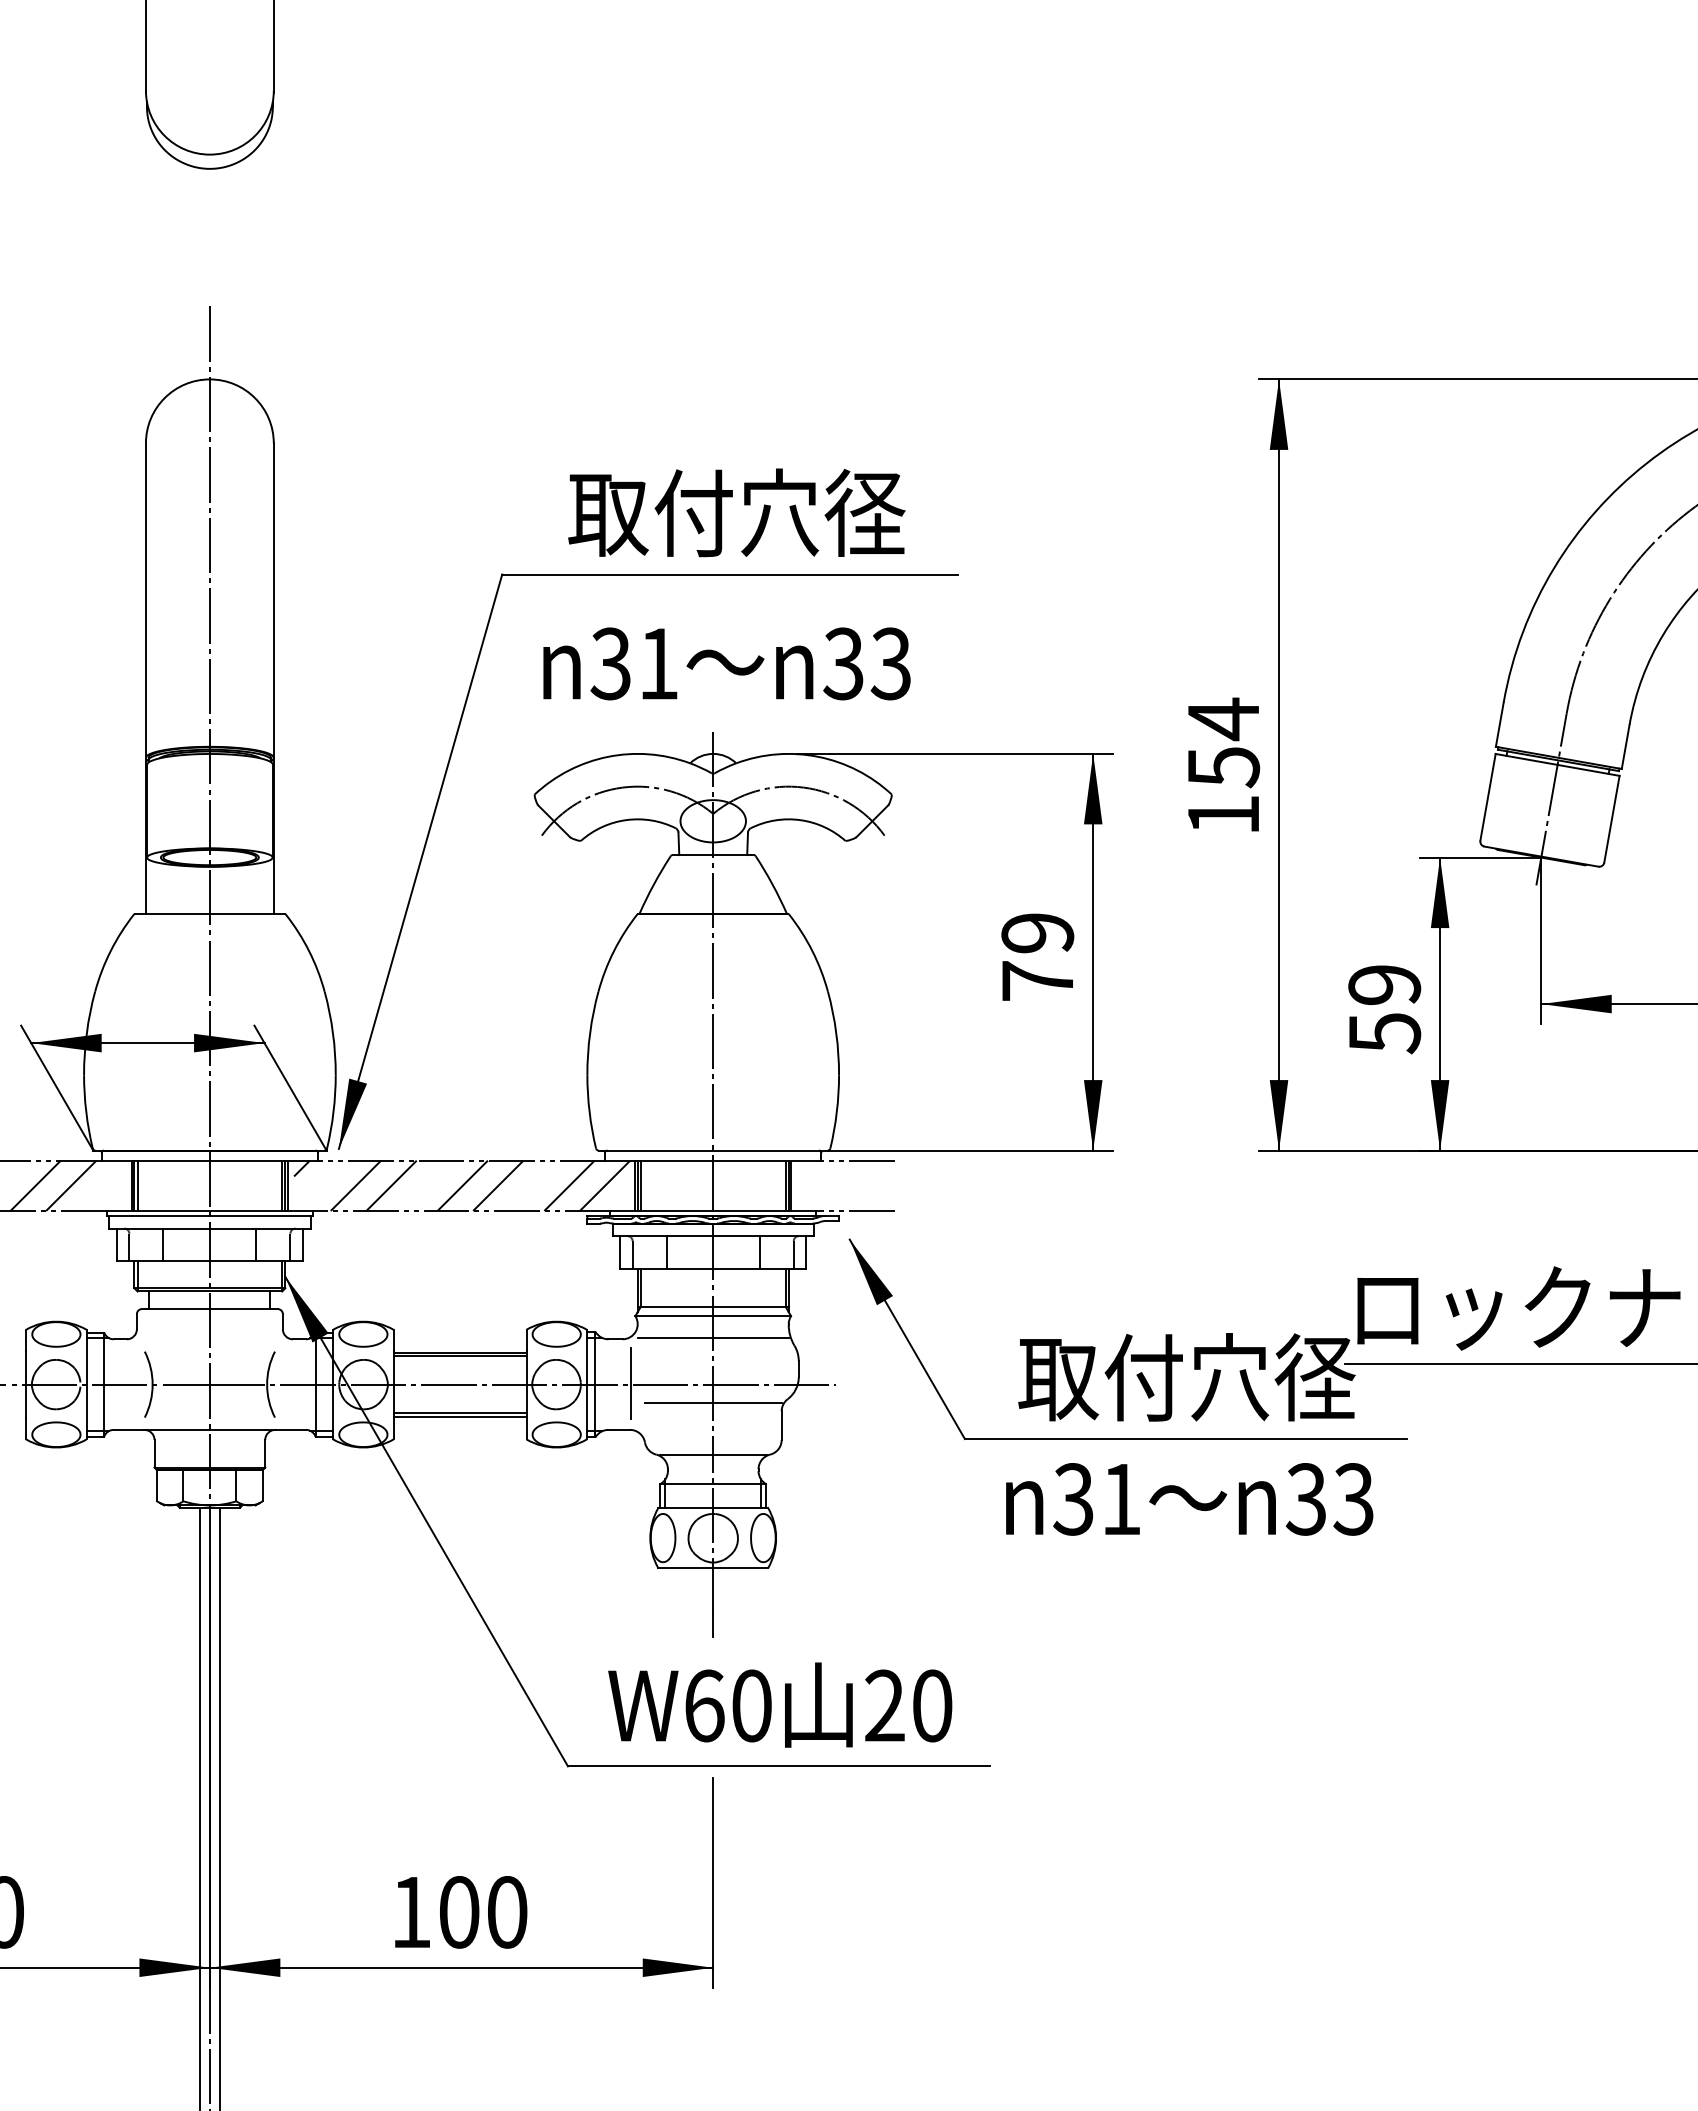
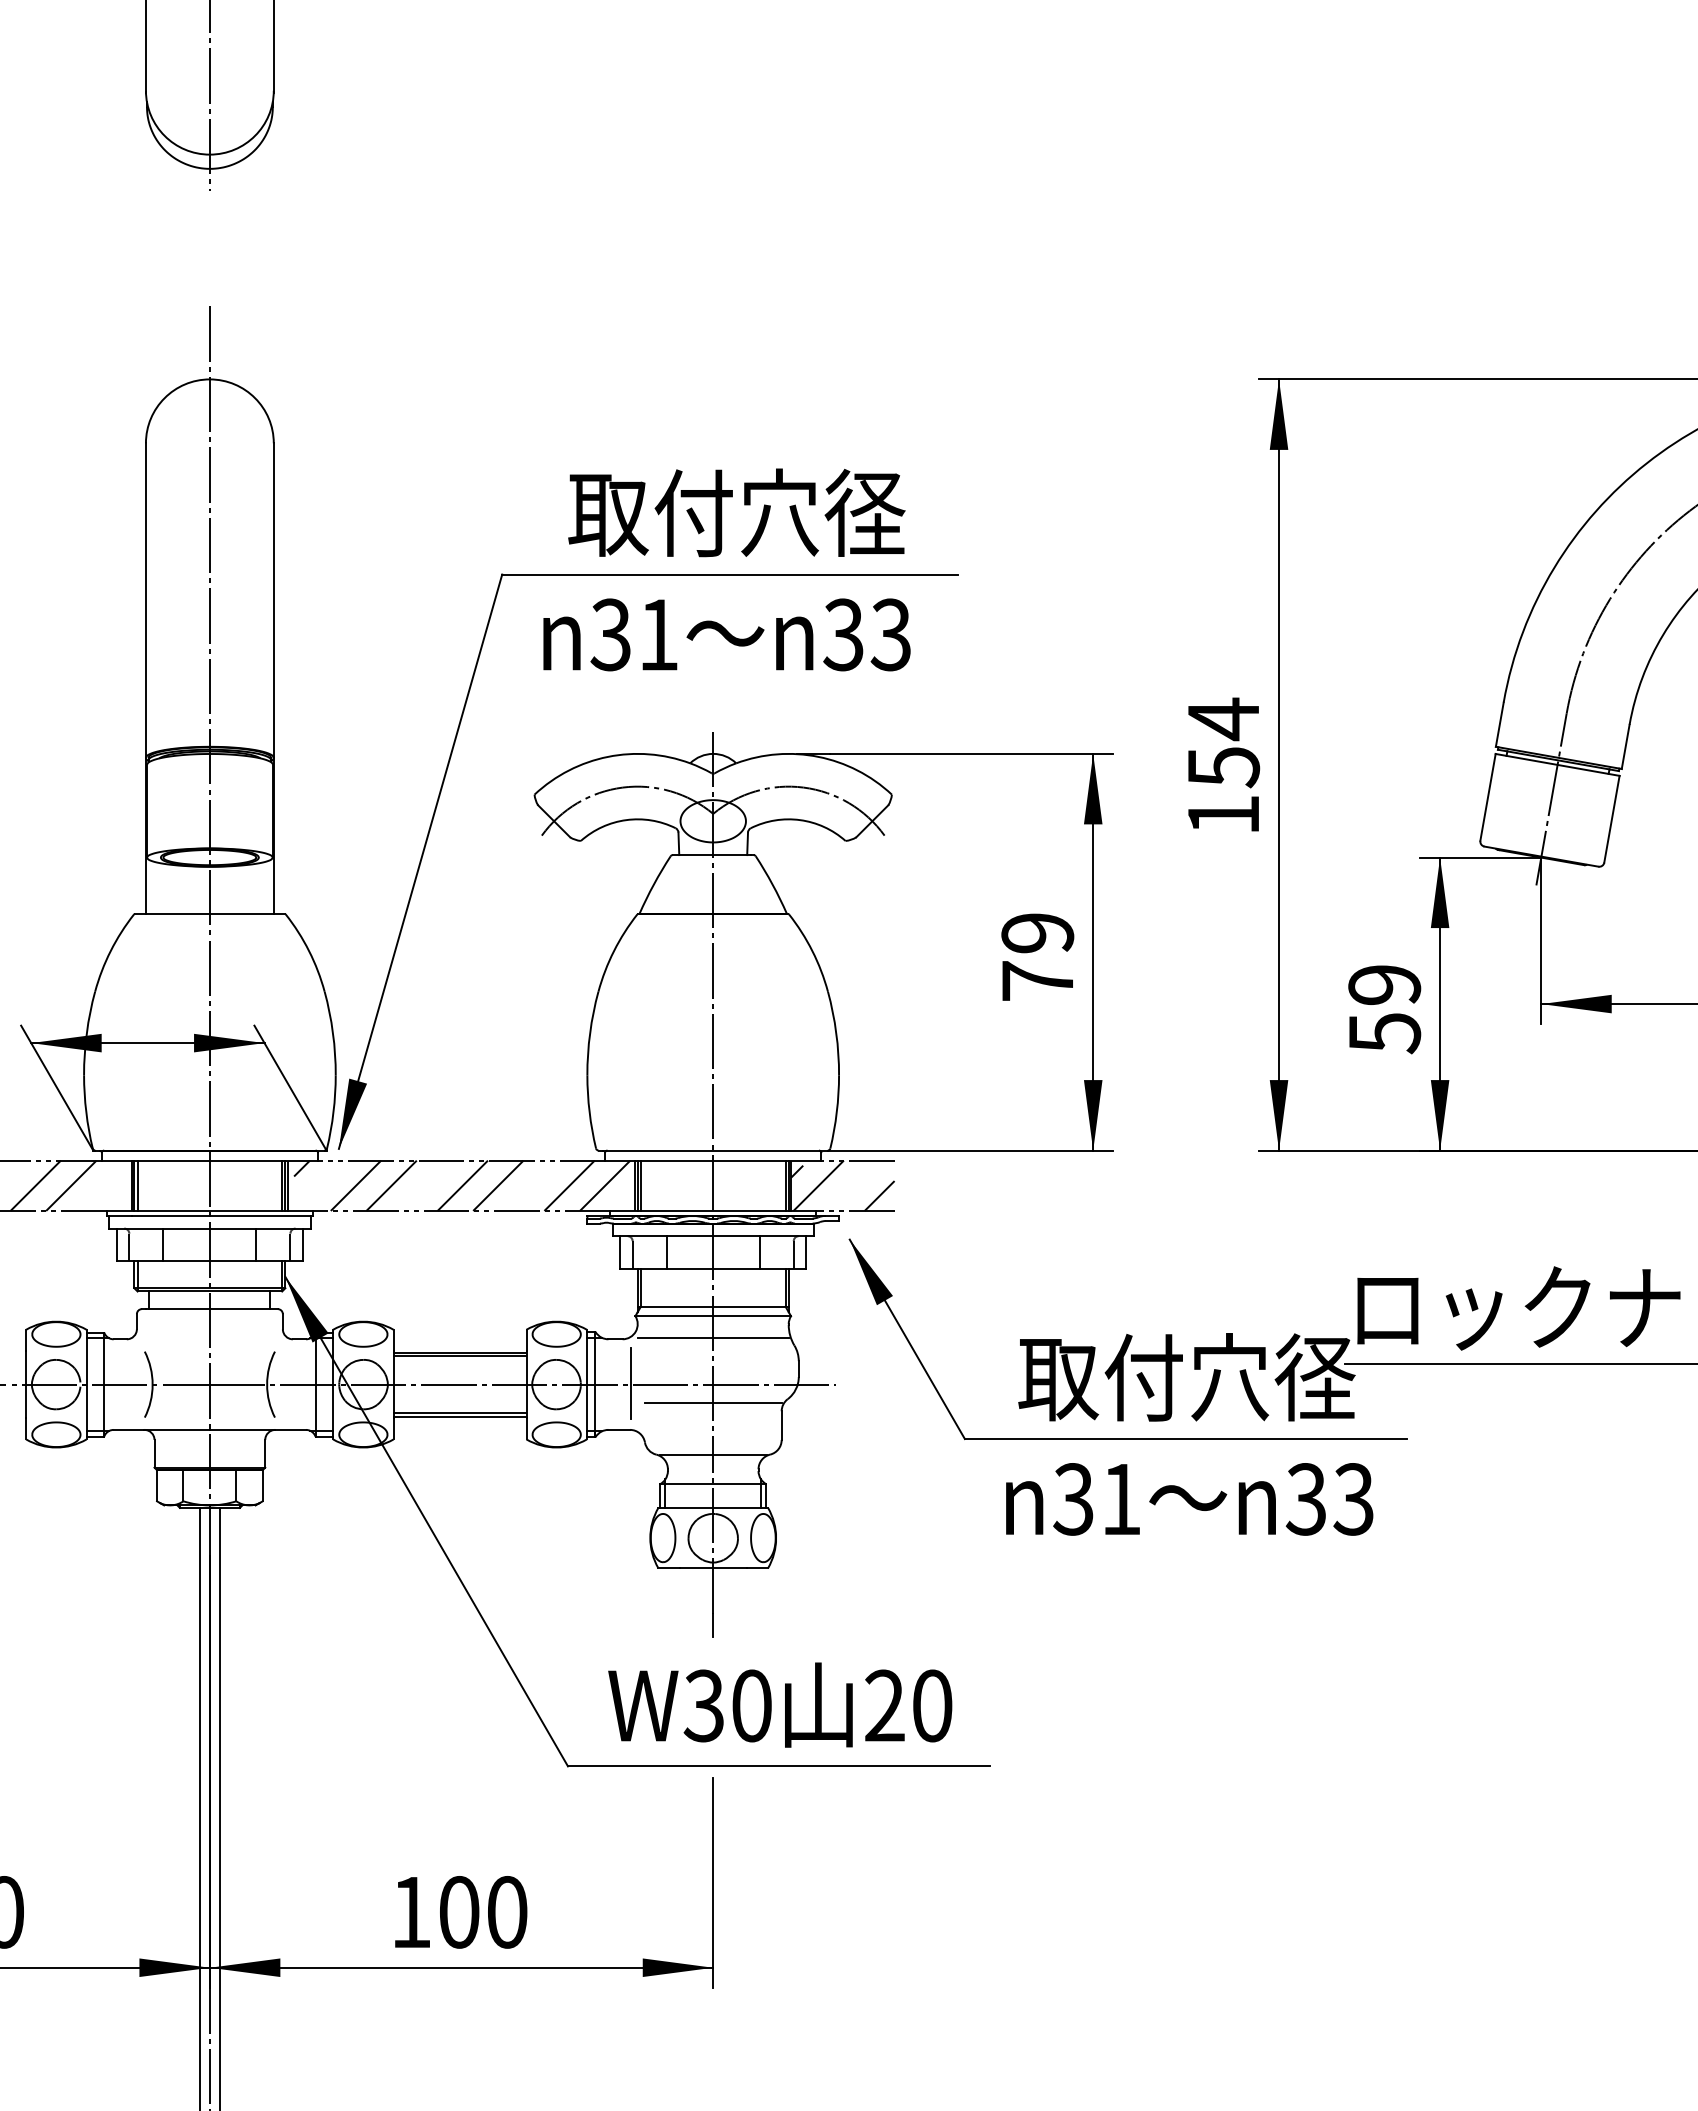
line at (209, 96): none -> present
text at (726, 663) position: (726, 663) -> (726, 634)
hatch at (842, 1185): none -> present
text at (703, 1705): W60 -> W30
